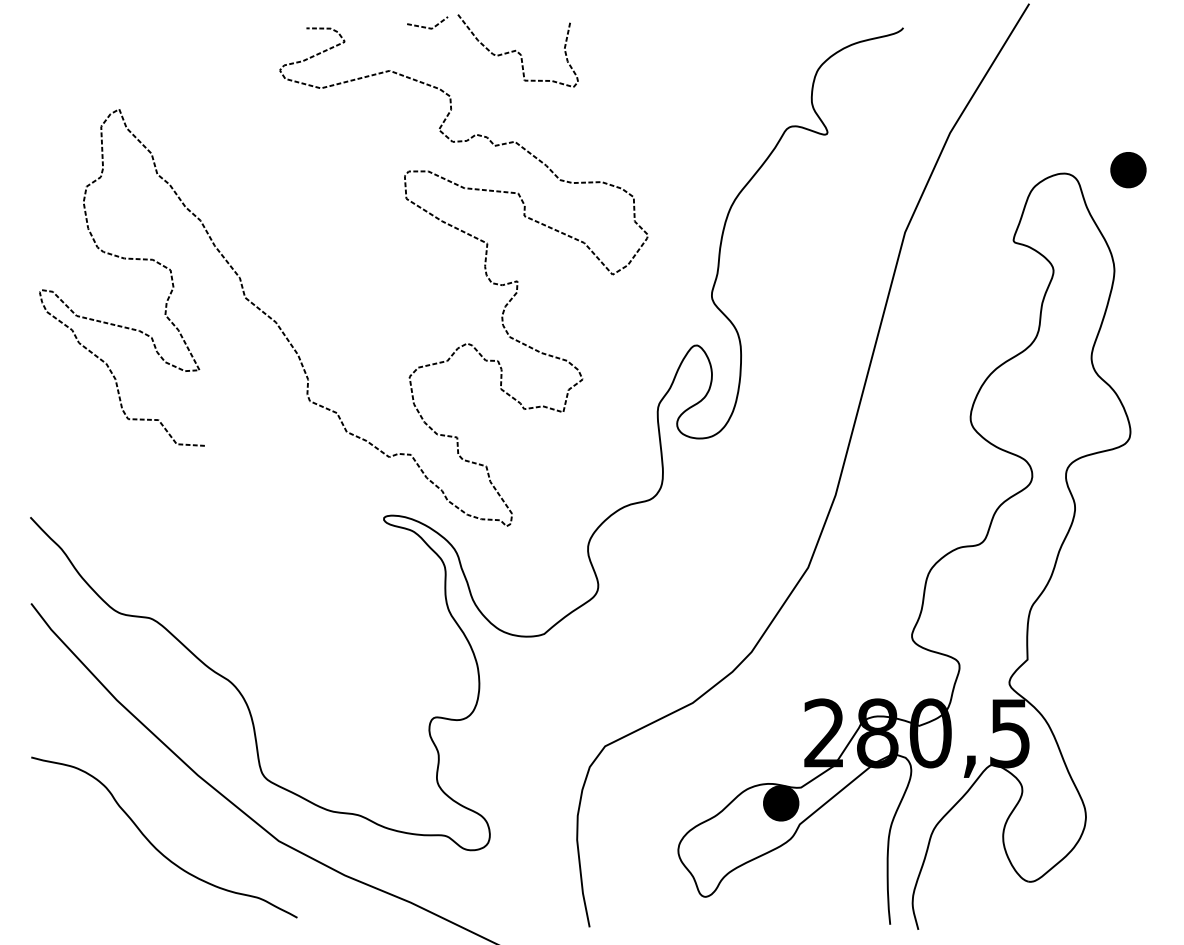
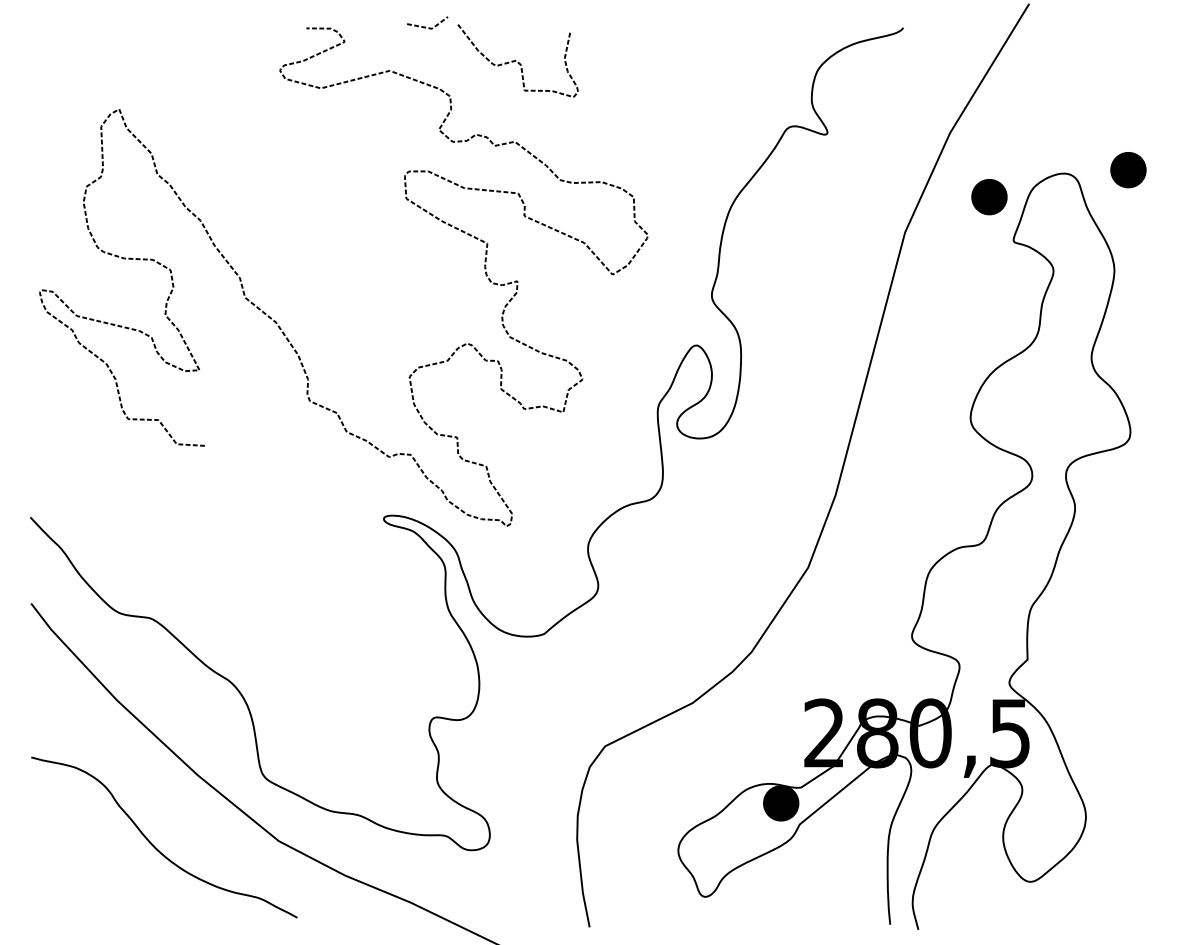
curve at (516, 50) position: (516, 50) -> (516, 60)
part at (989, 197): none -> present
